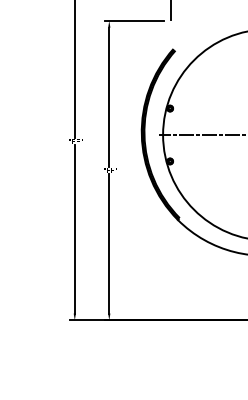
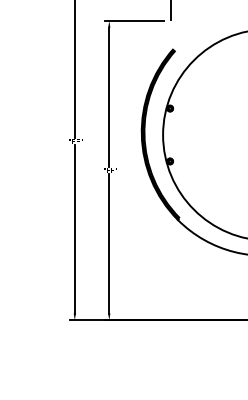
line at (201, 135): present -> none
